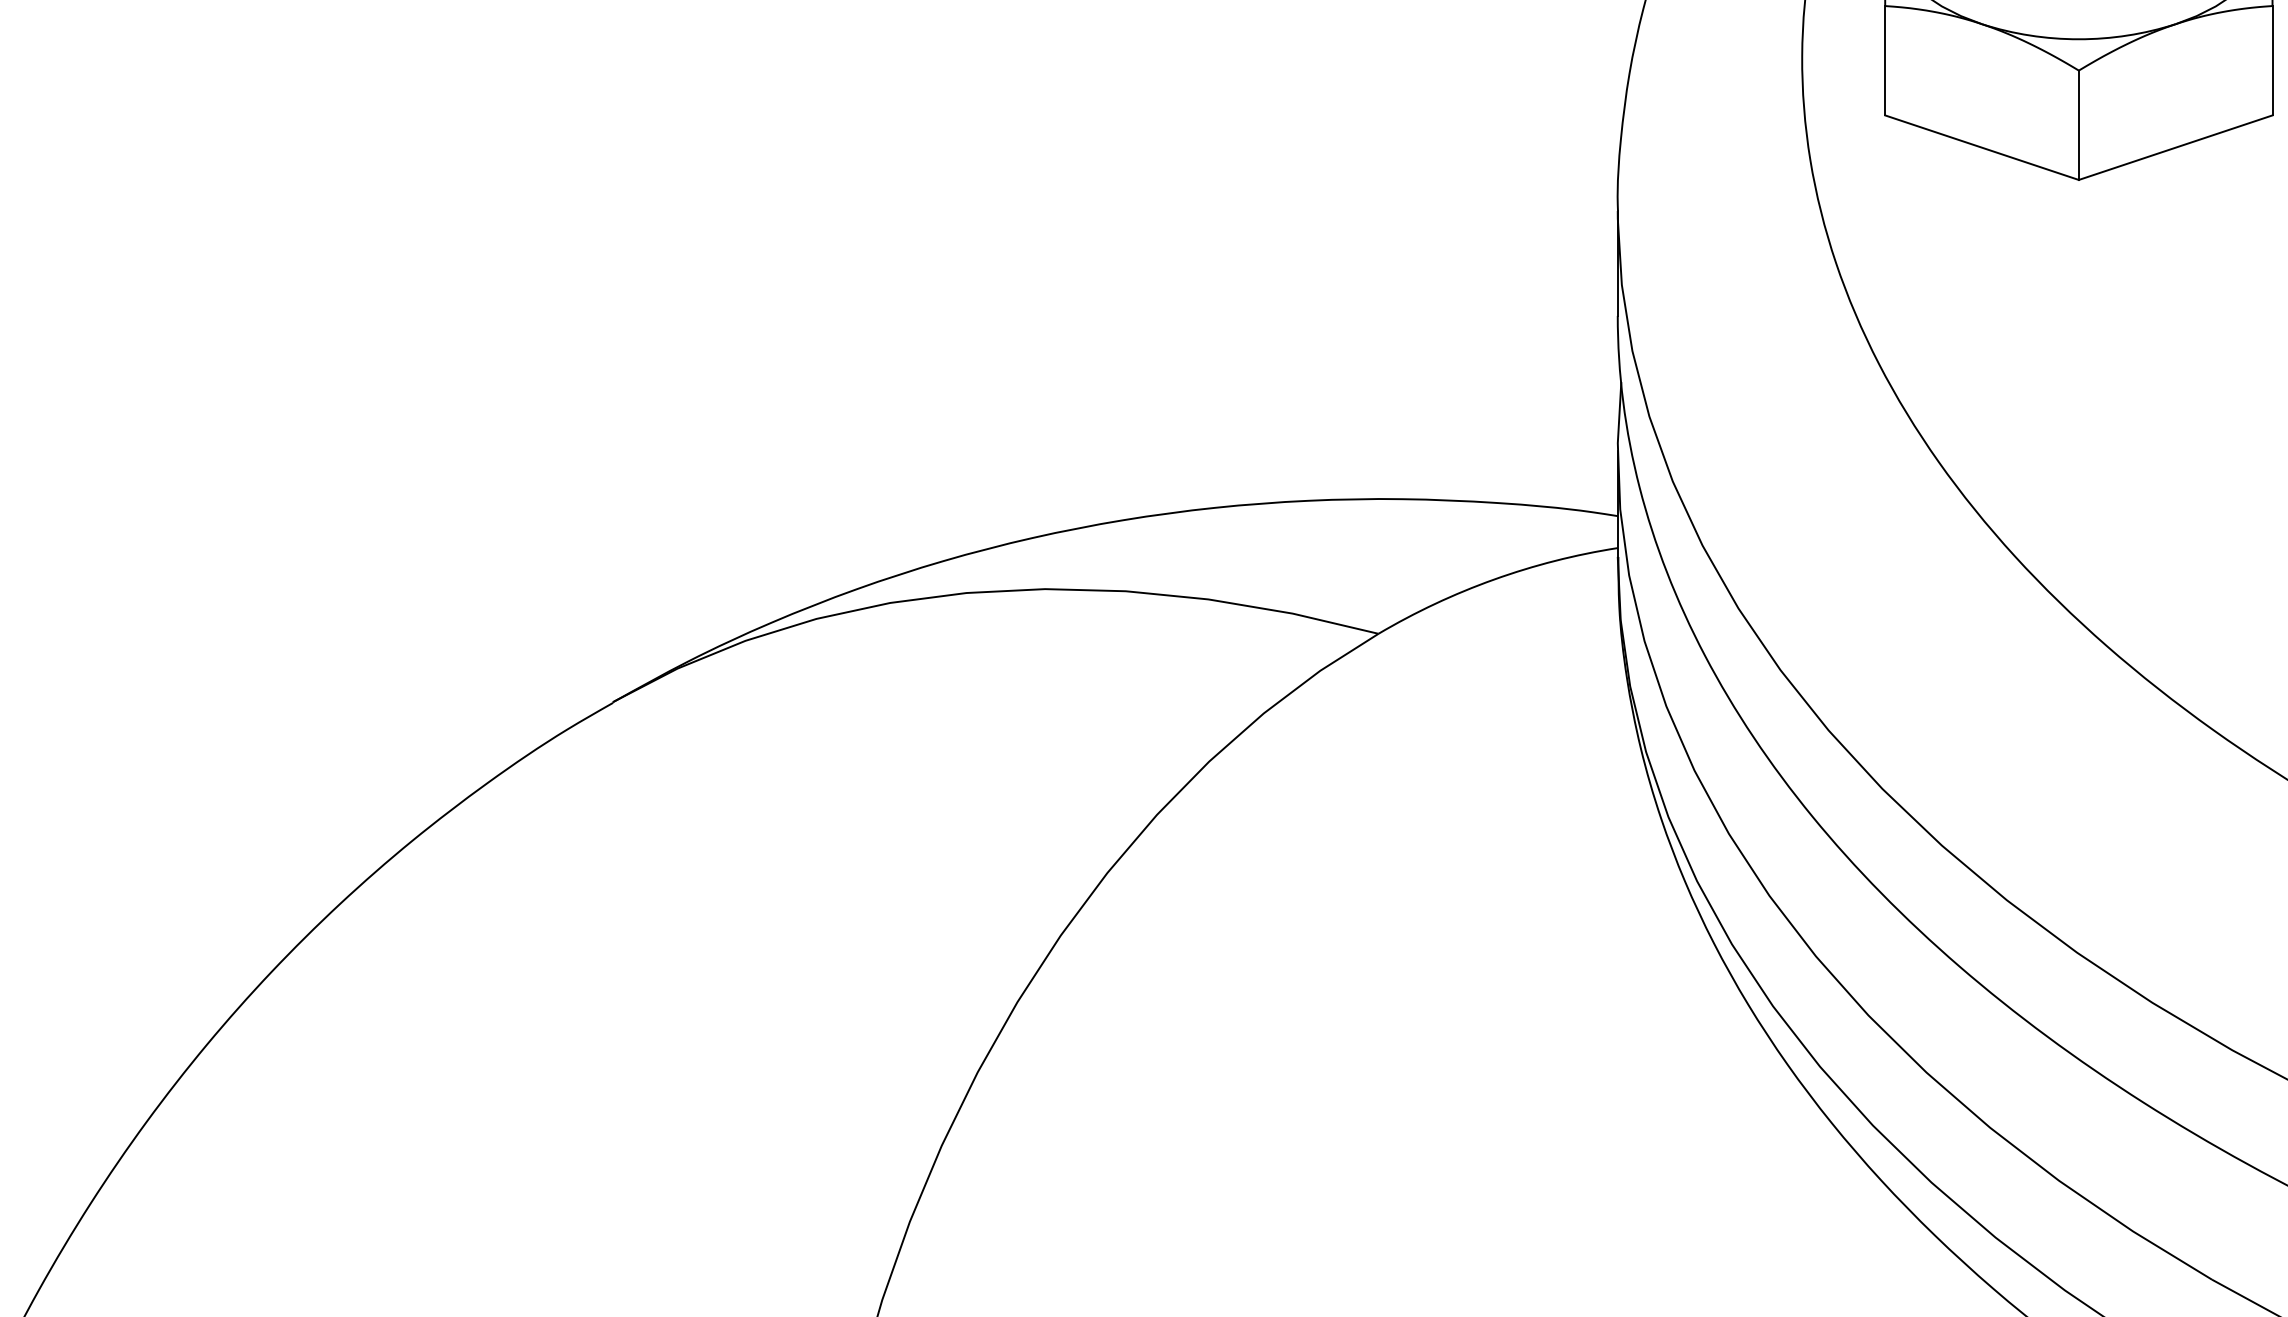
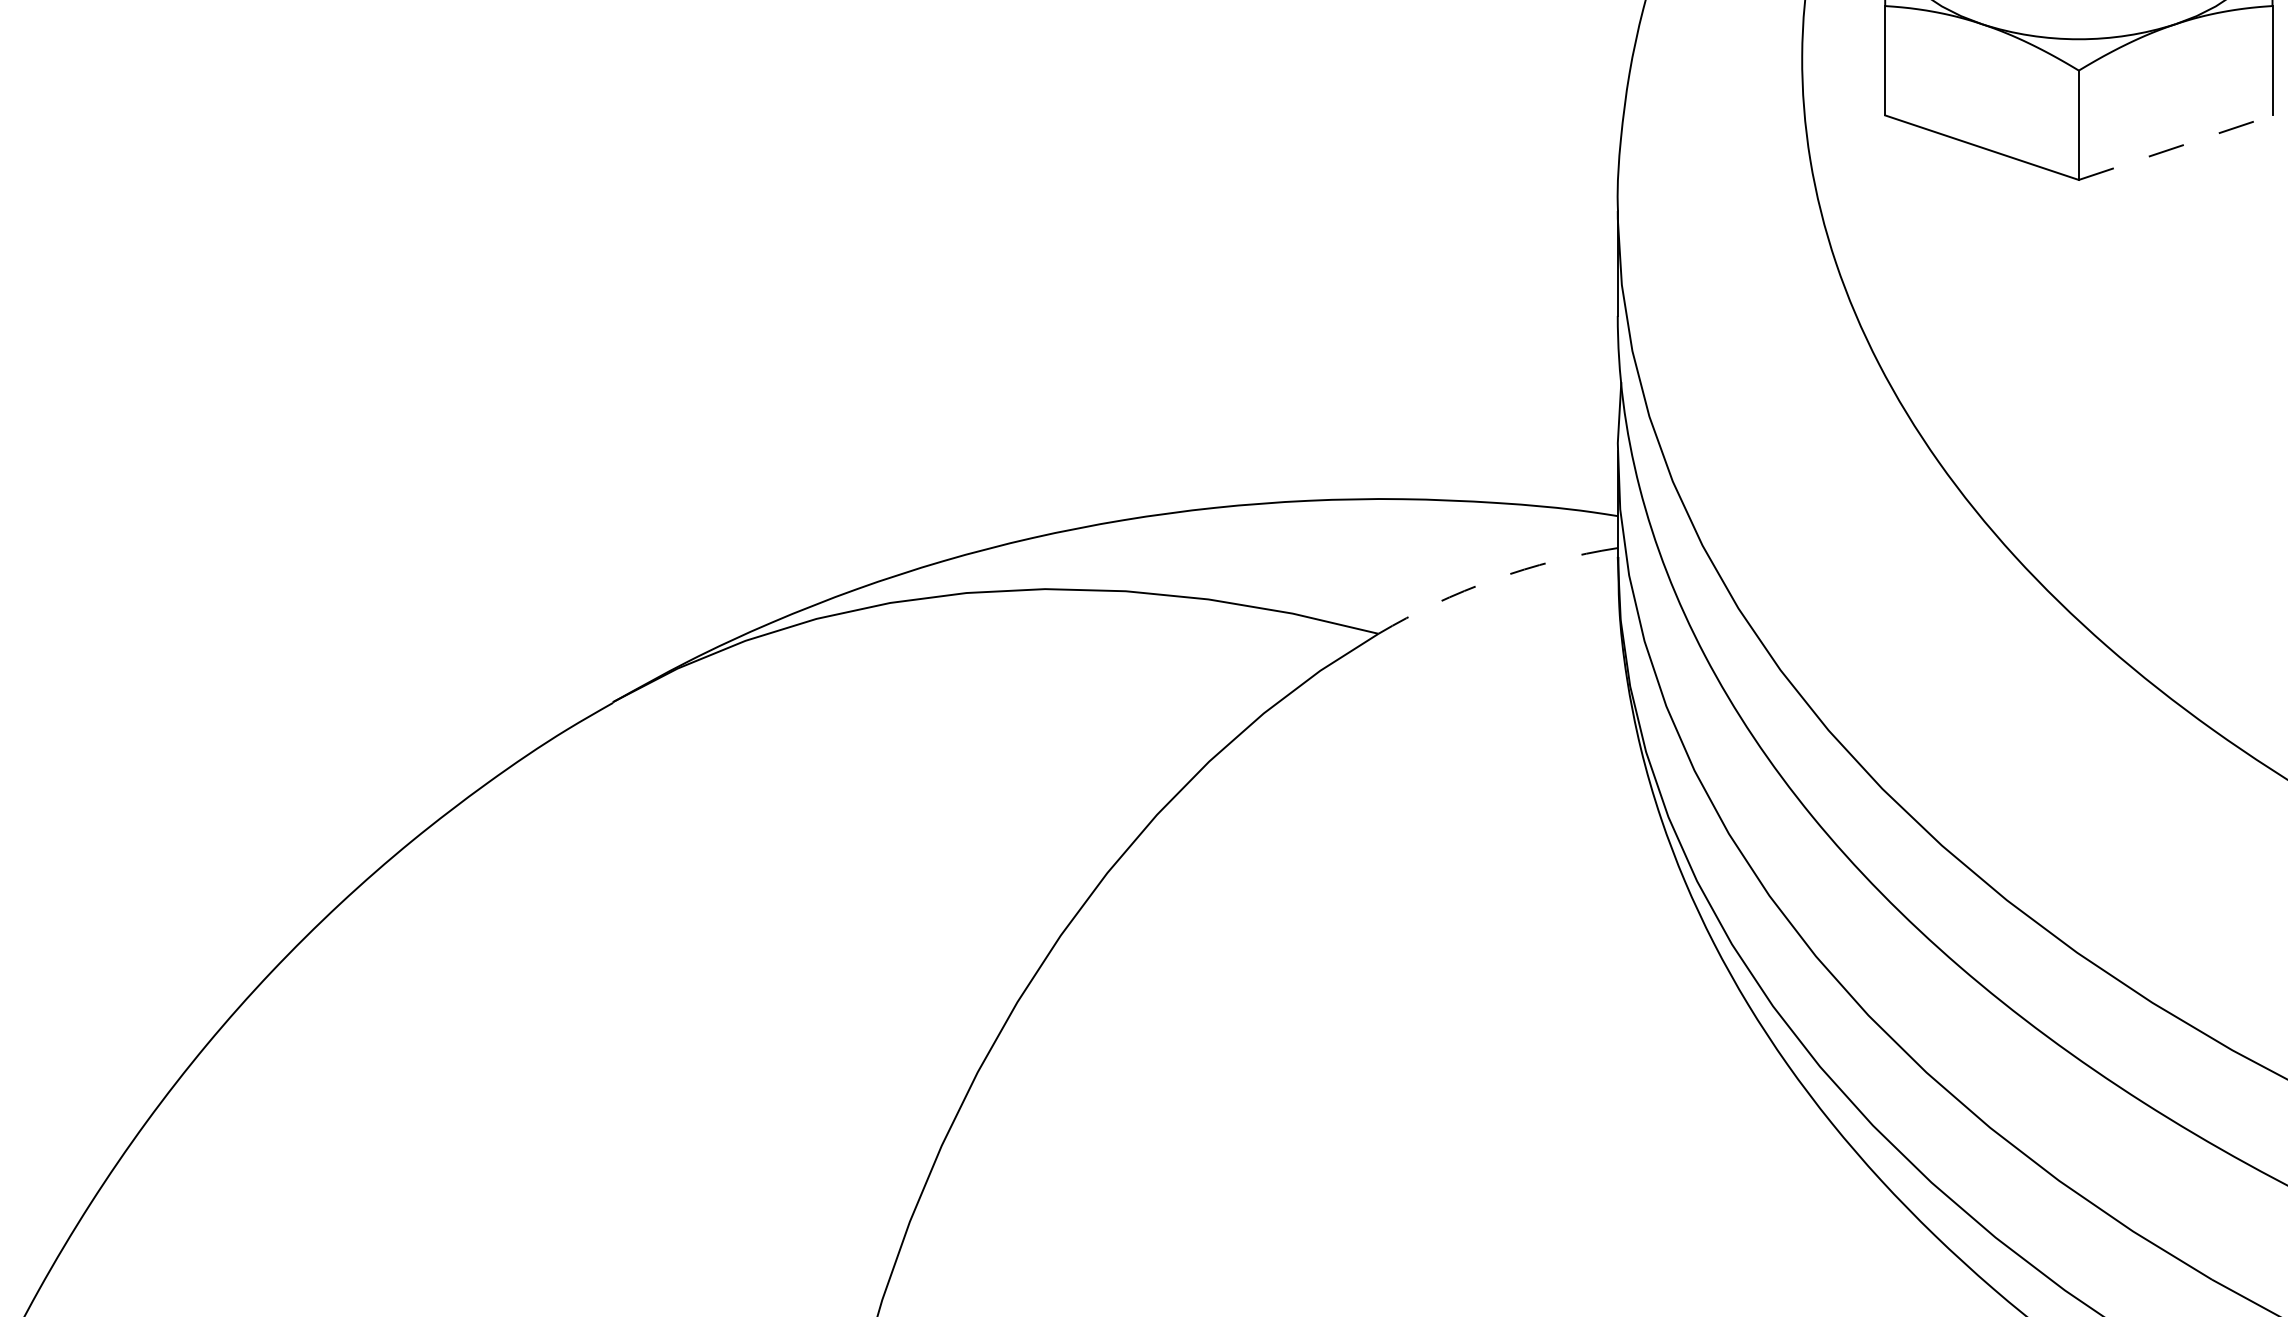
line at (2176, 147): solid -> dashed
arc at (1494, 579): solid -> dashed
